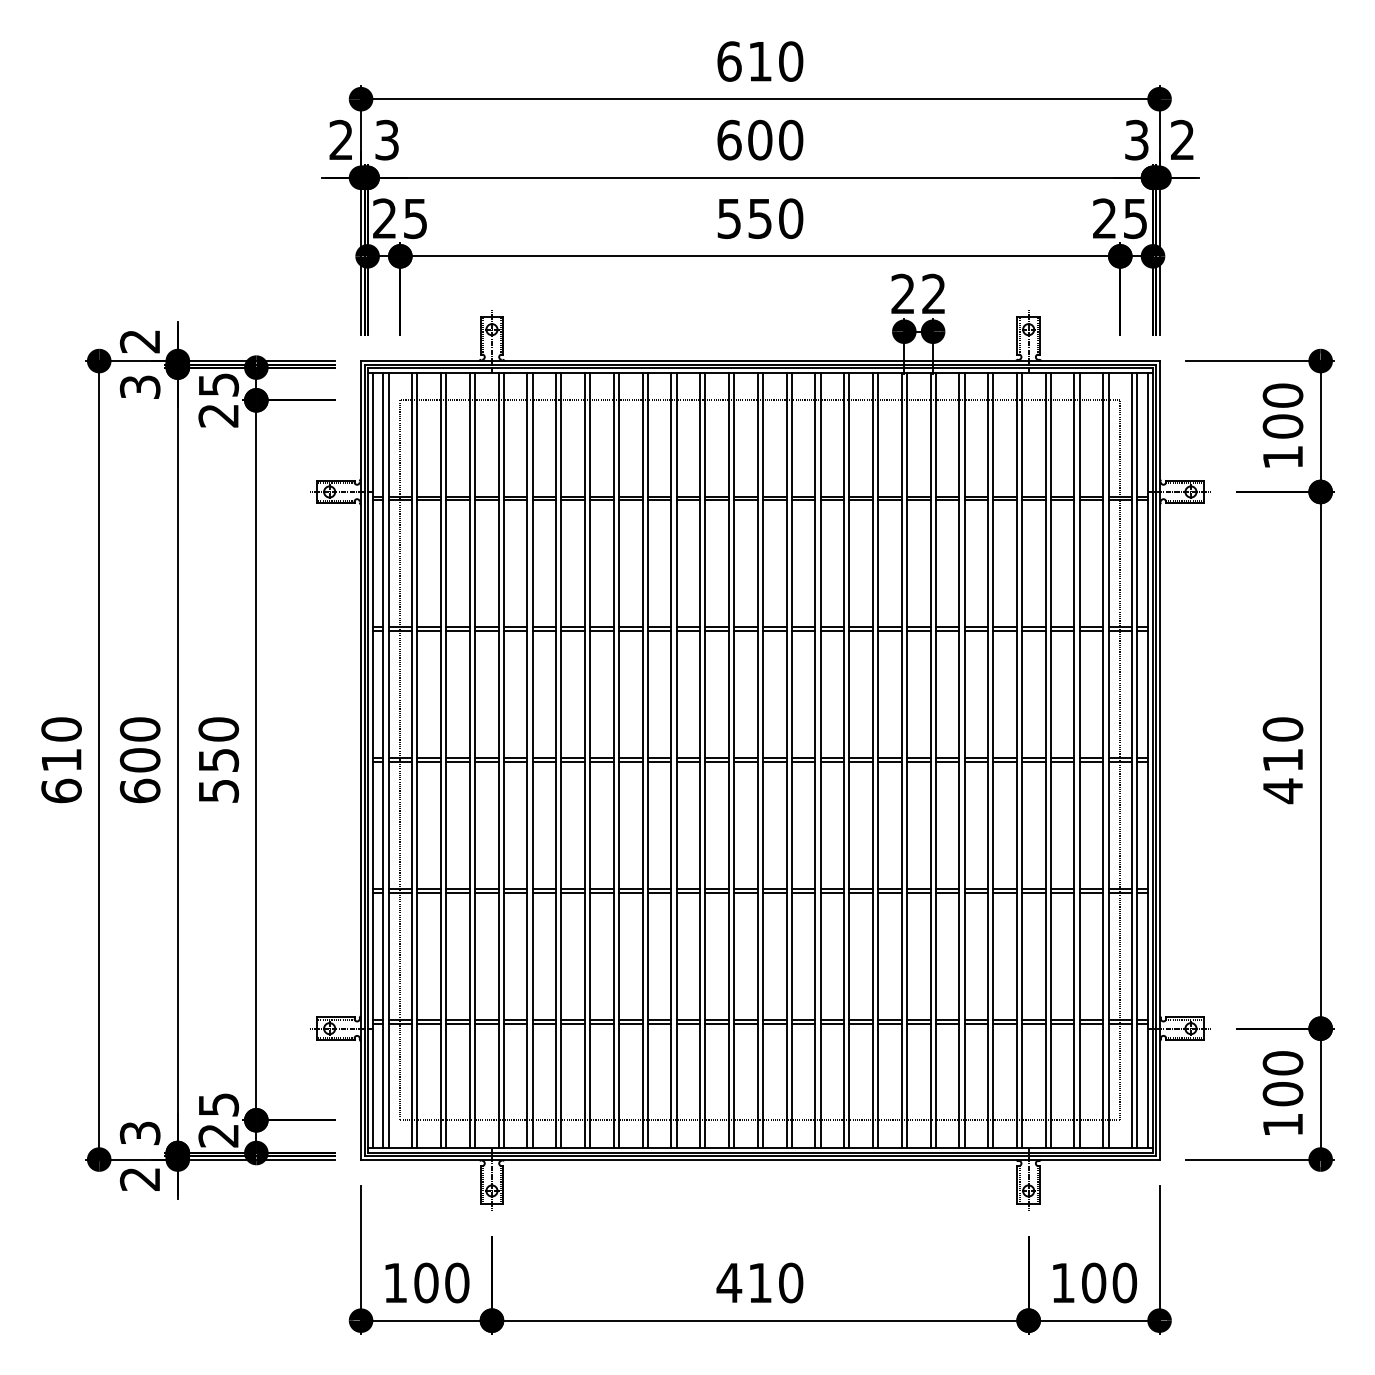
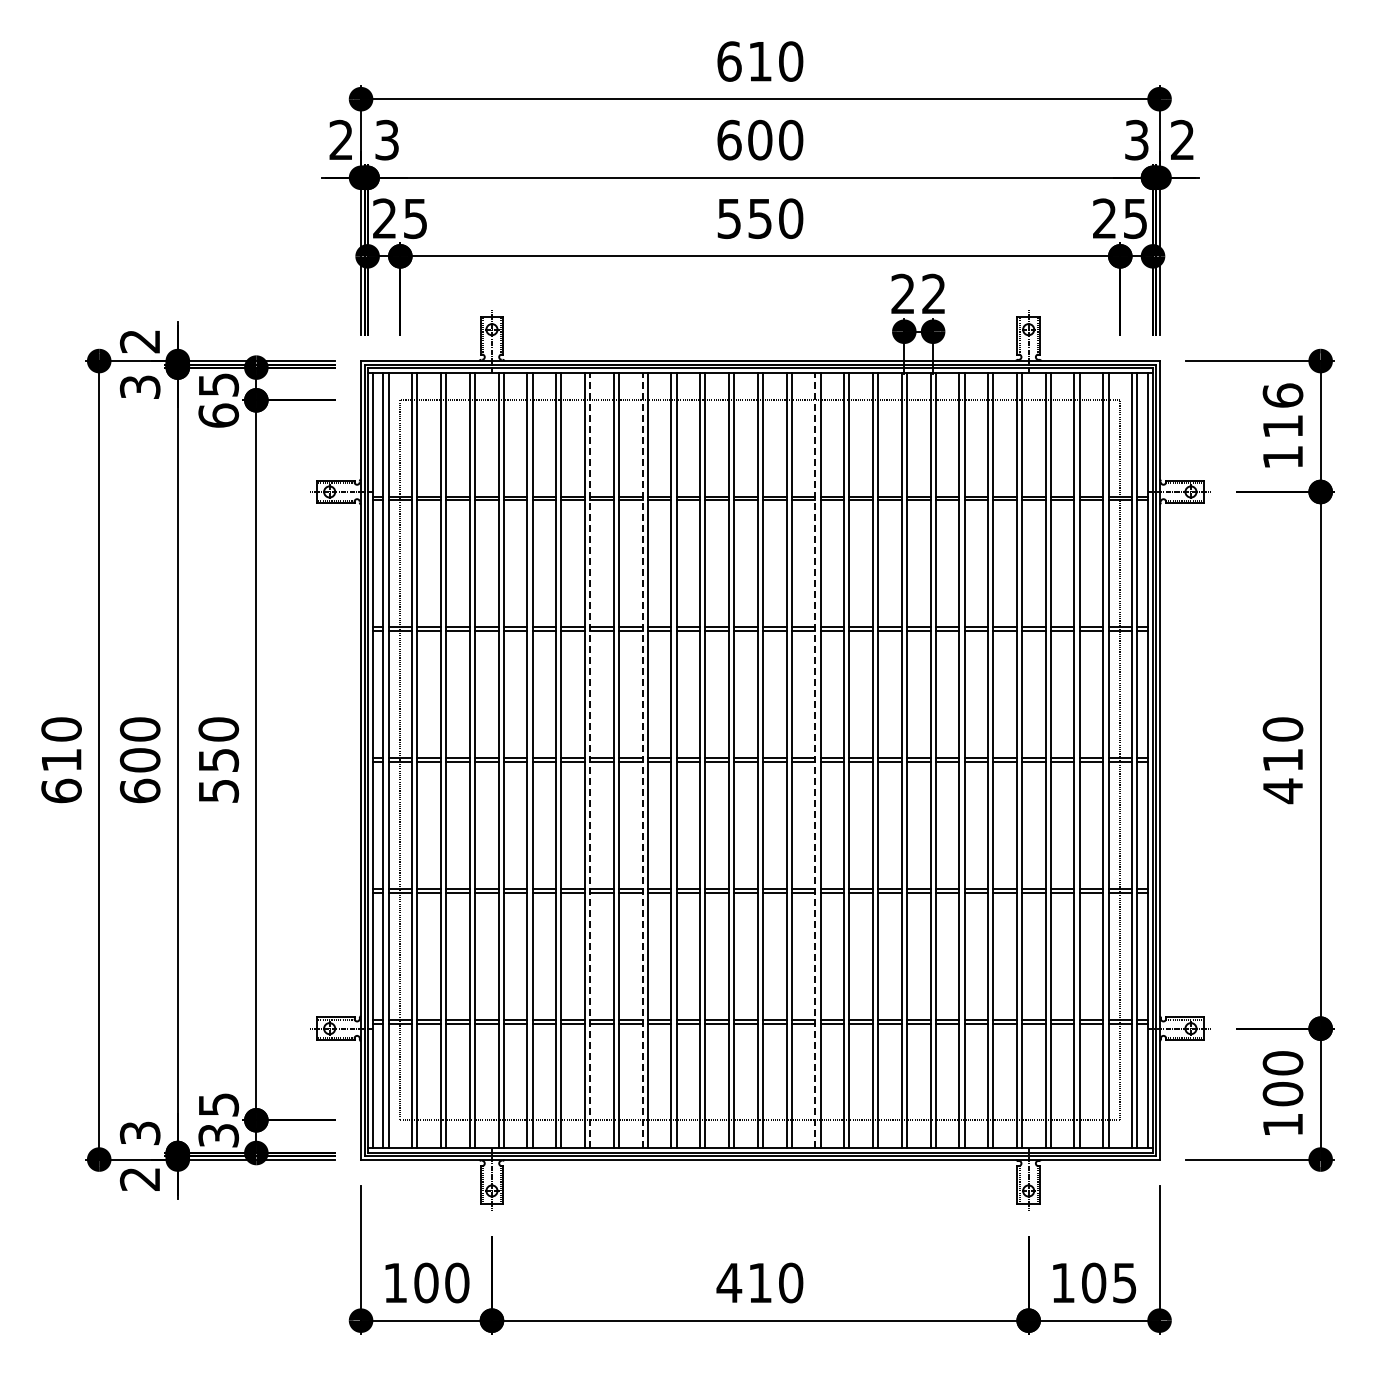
text at (1282, 410): 100 -> 116
text at (218, 415): 25 -> 65
line at (590, 759): solid -> dashed
line at (642, 759): solid -> dashed
line at (815, 759): solid -> dashed
text at (218, 1135): 25 -> 35
text at (1124, 1282): 100 -> 105
